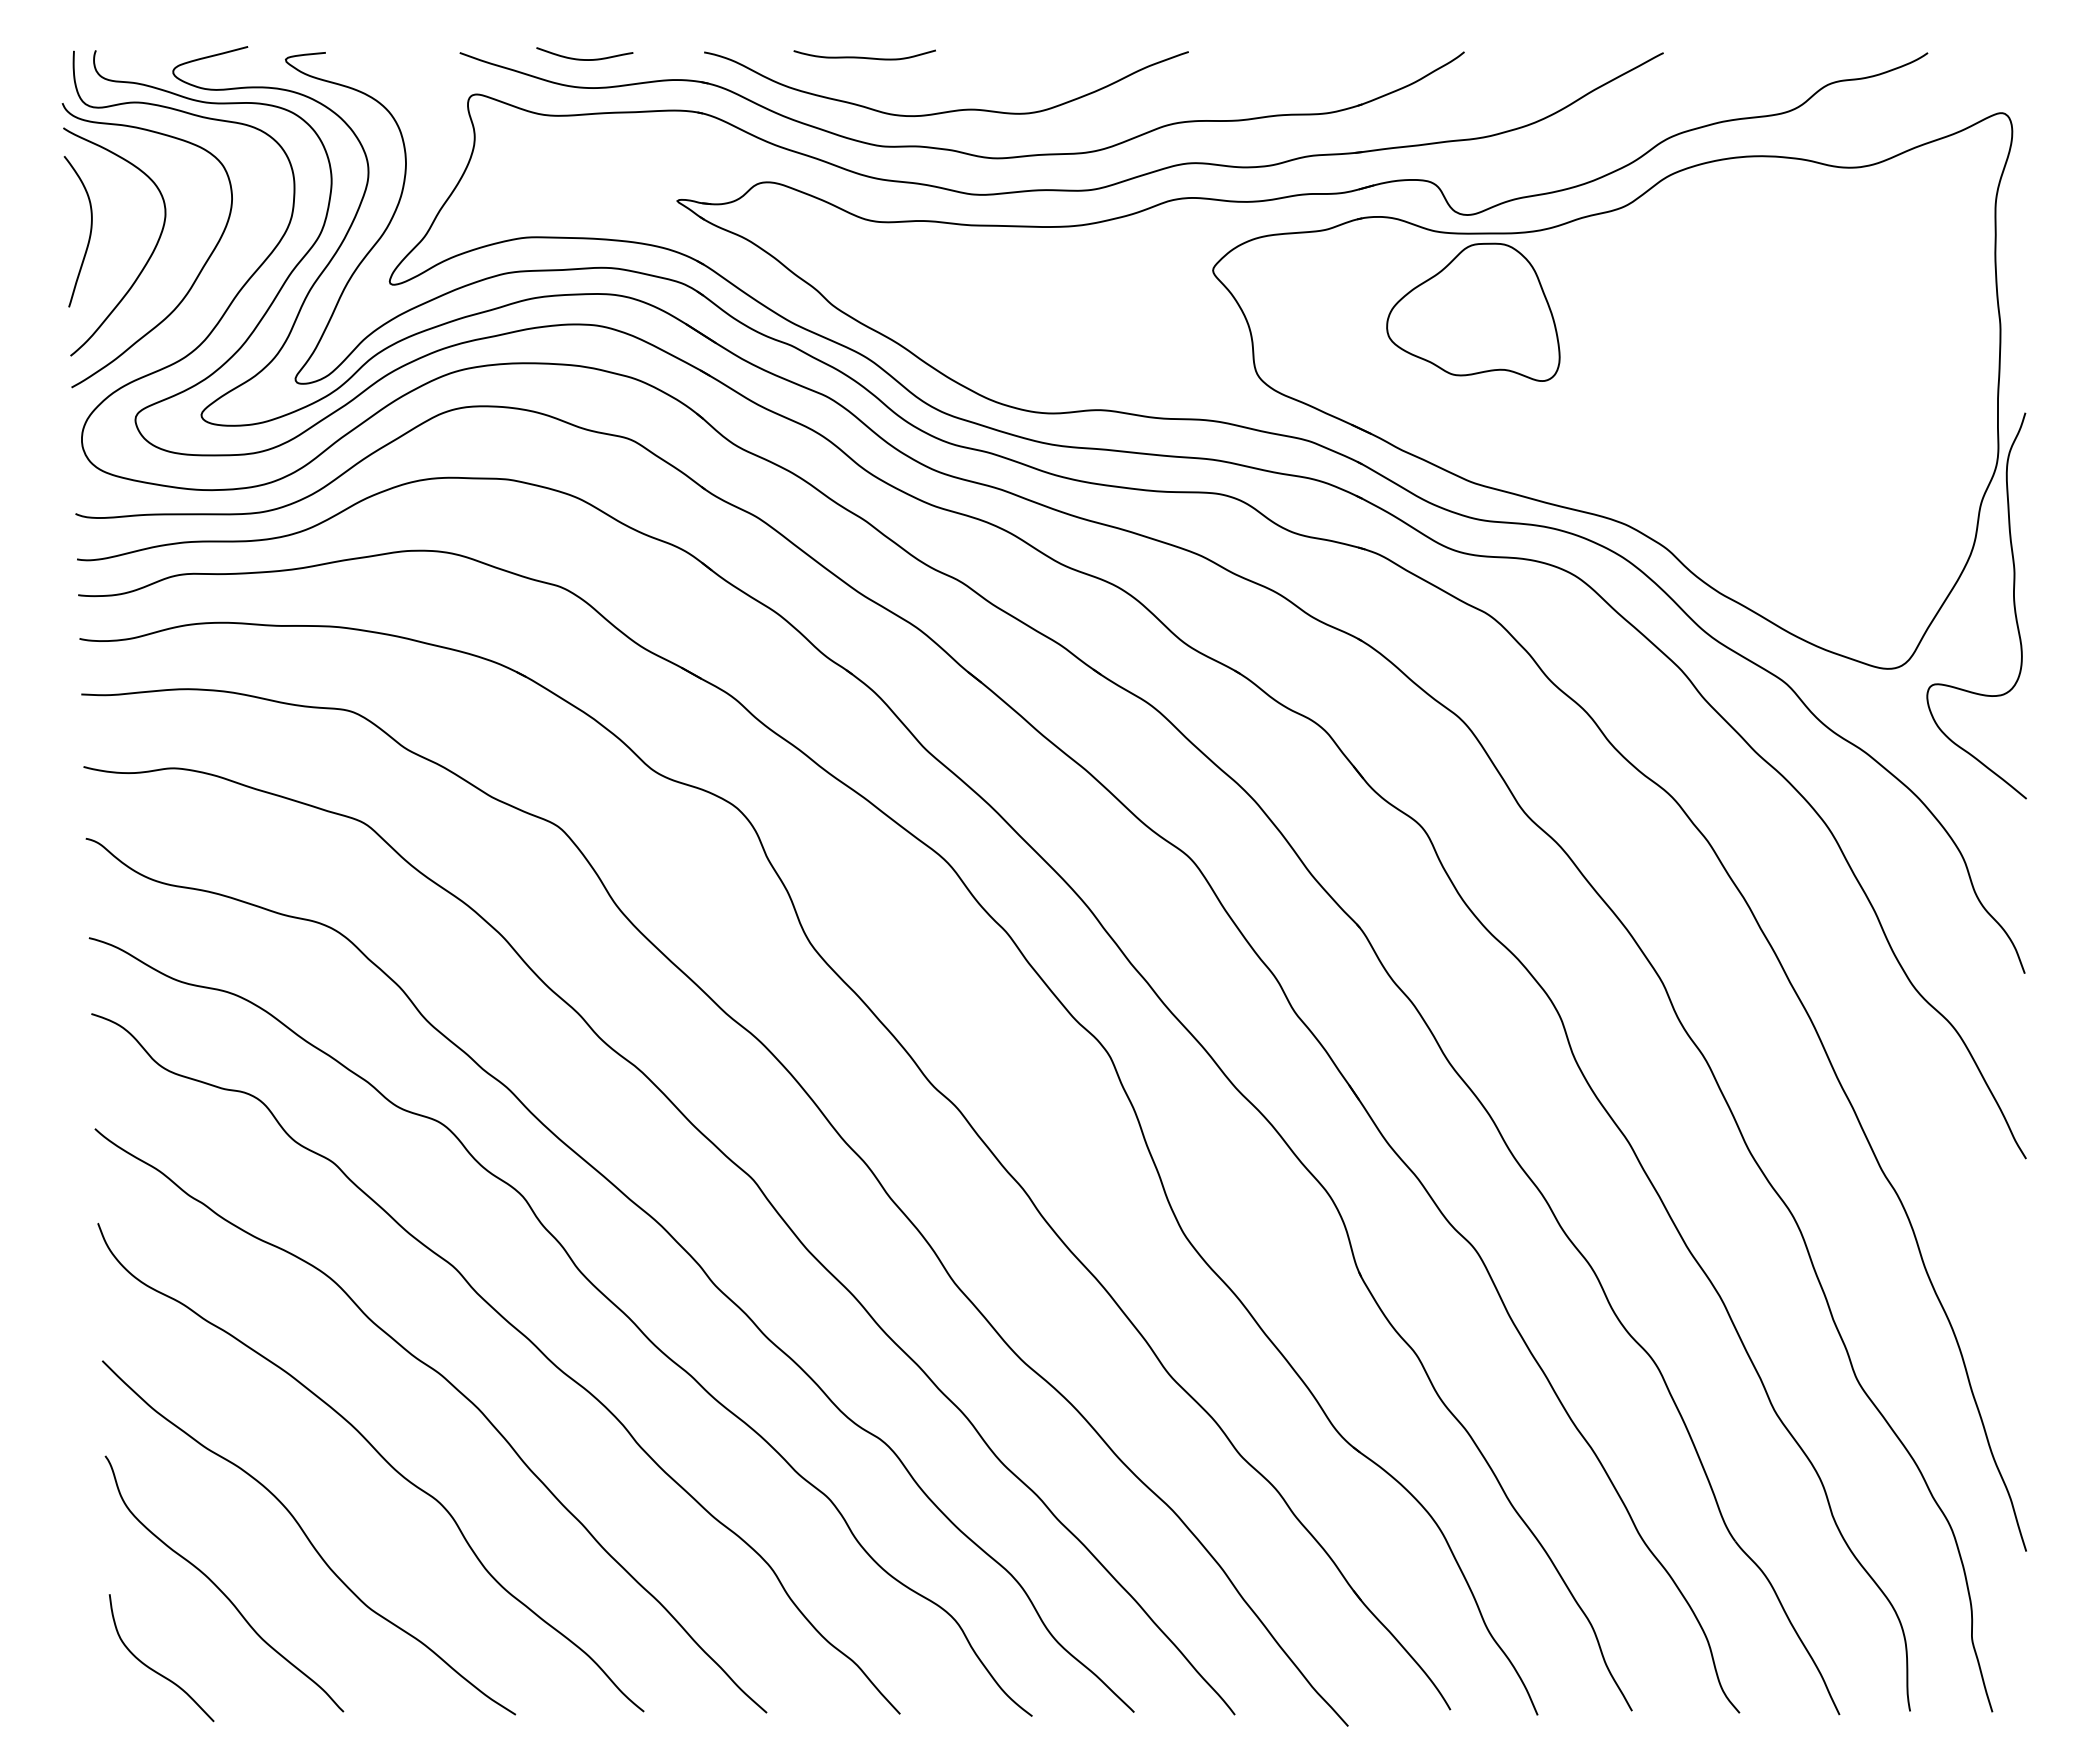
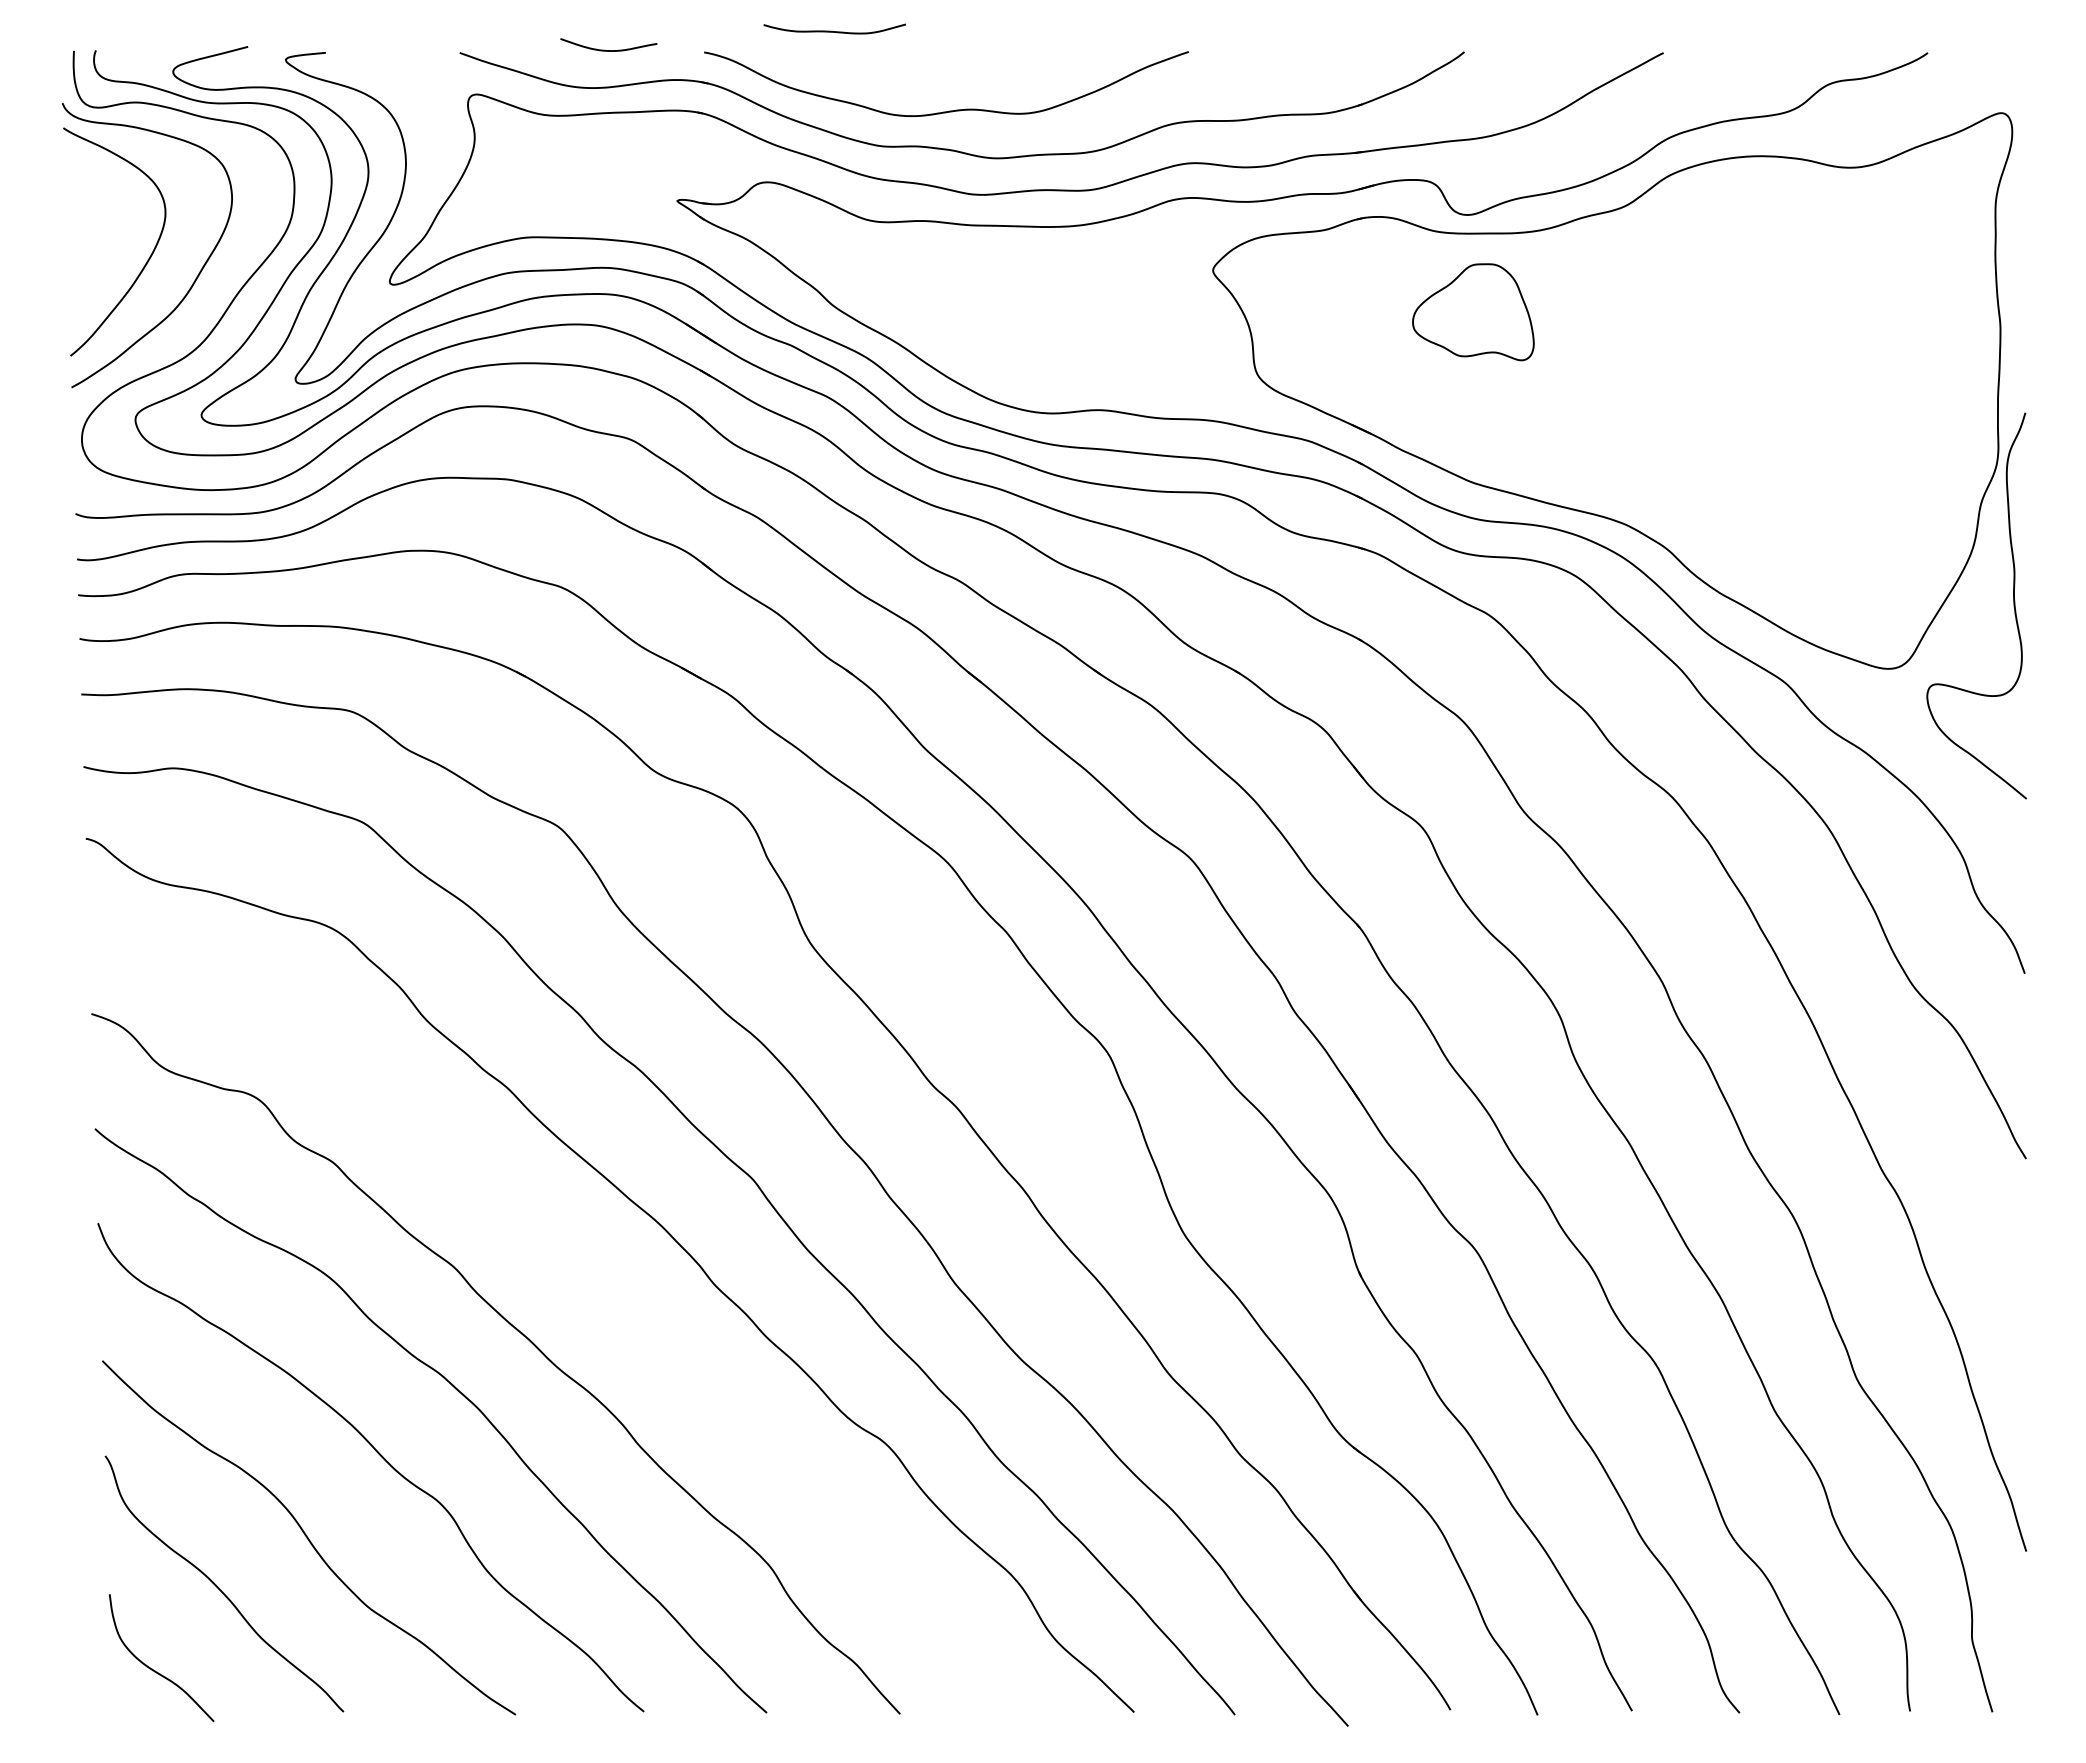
curve at (864, 57) position: (864, 57) -> (834, 31)
curve at (581, 58) position: (581, 58) -> (605, 49)
curve at (89, 233): present -> none
part at (1473, 311) size: 175x140 px -> 123x99 px
curve at (596, 1289): present -> none
